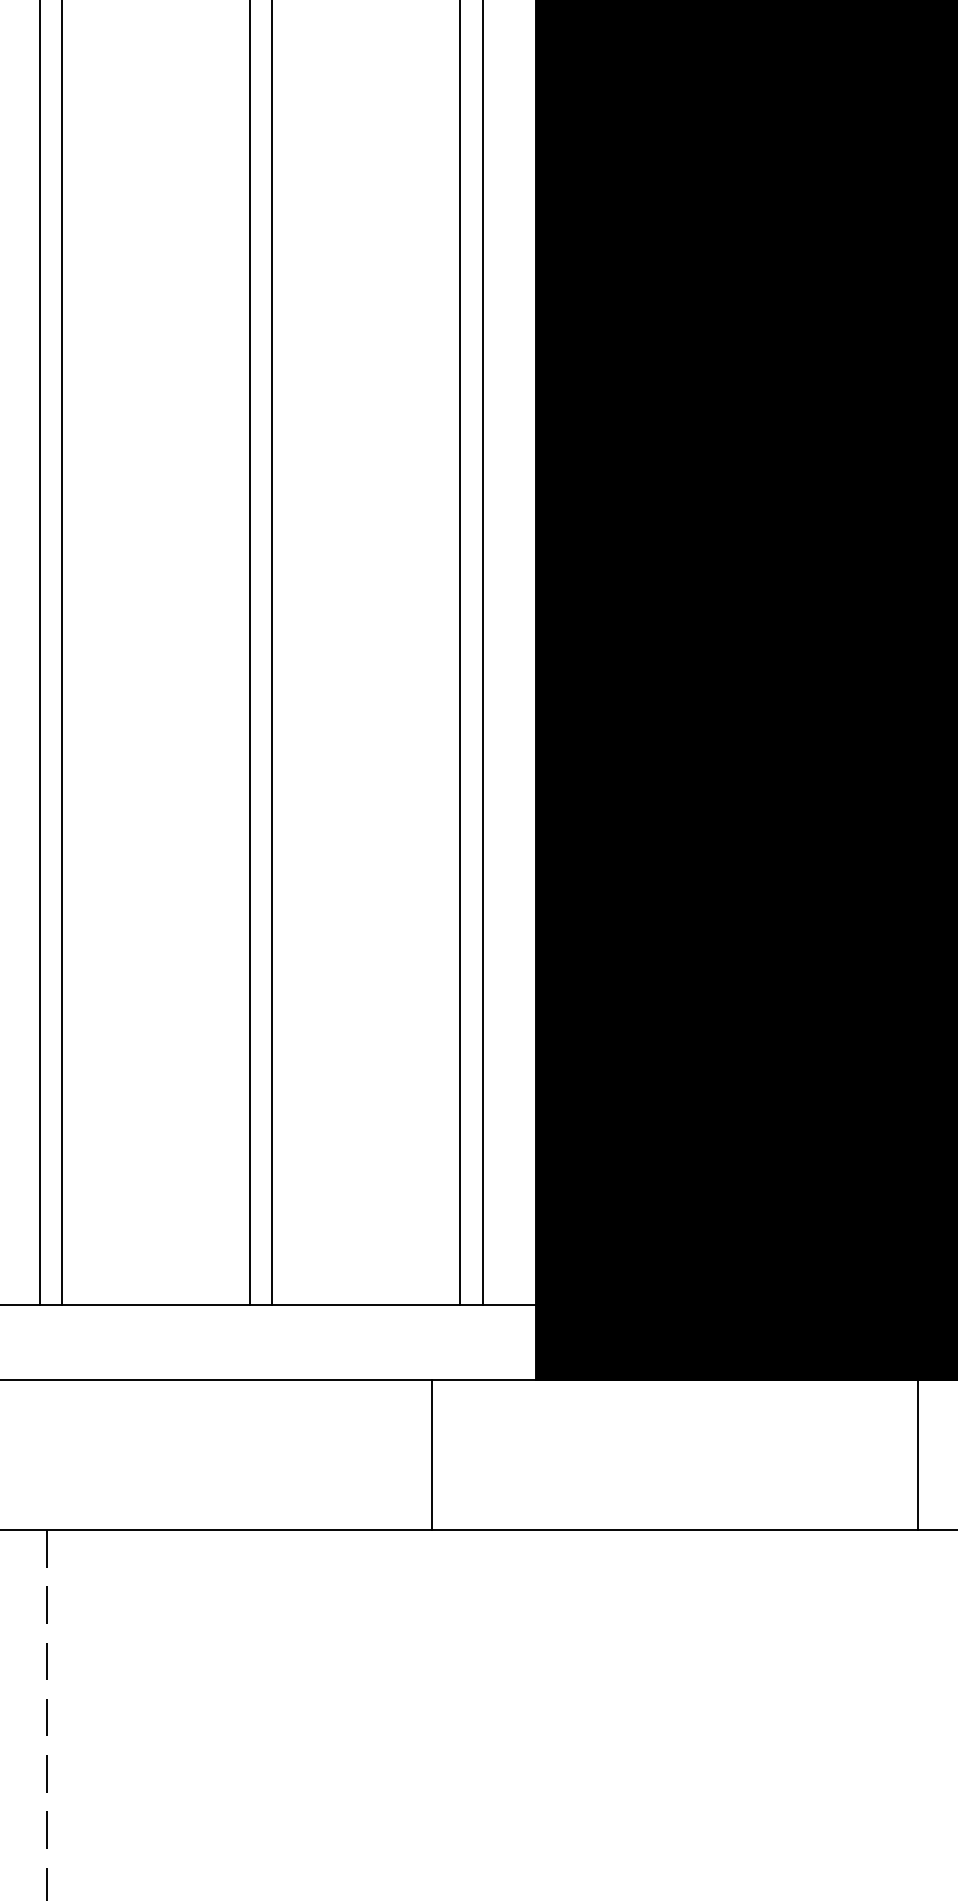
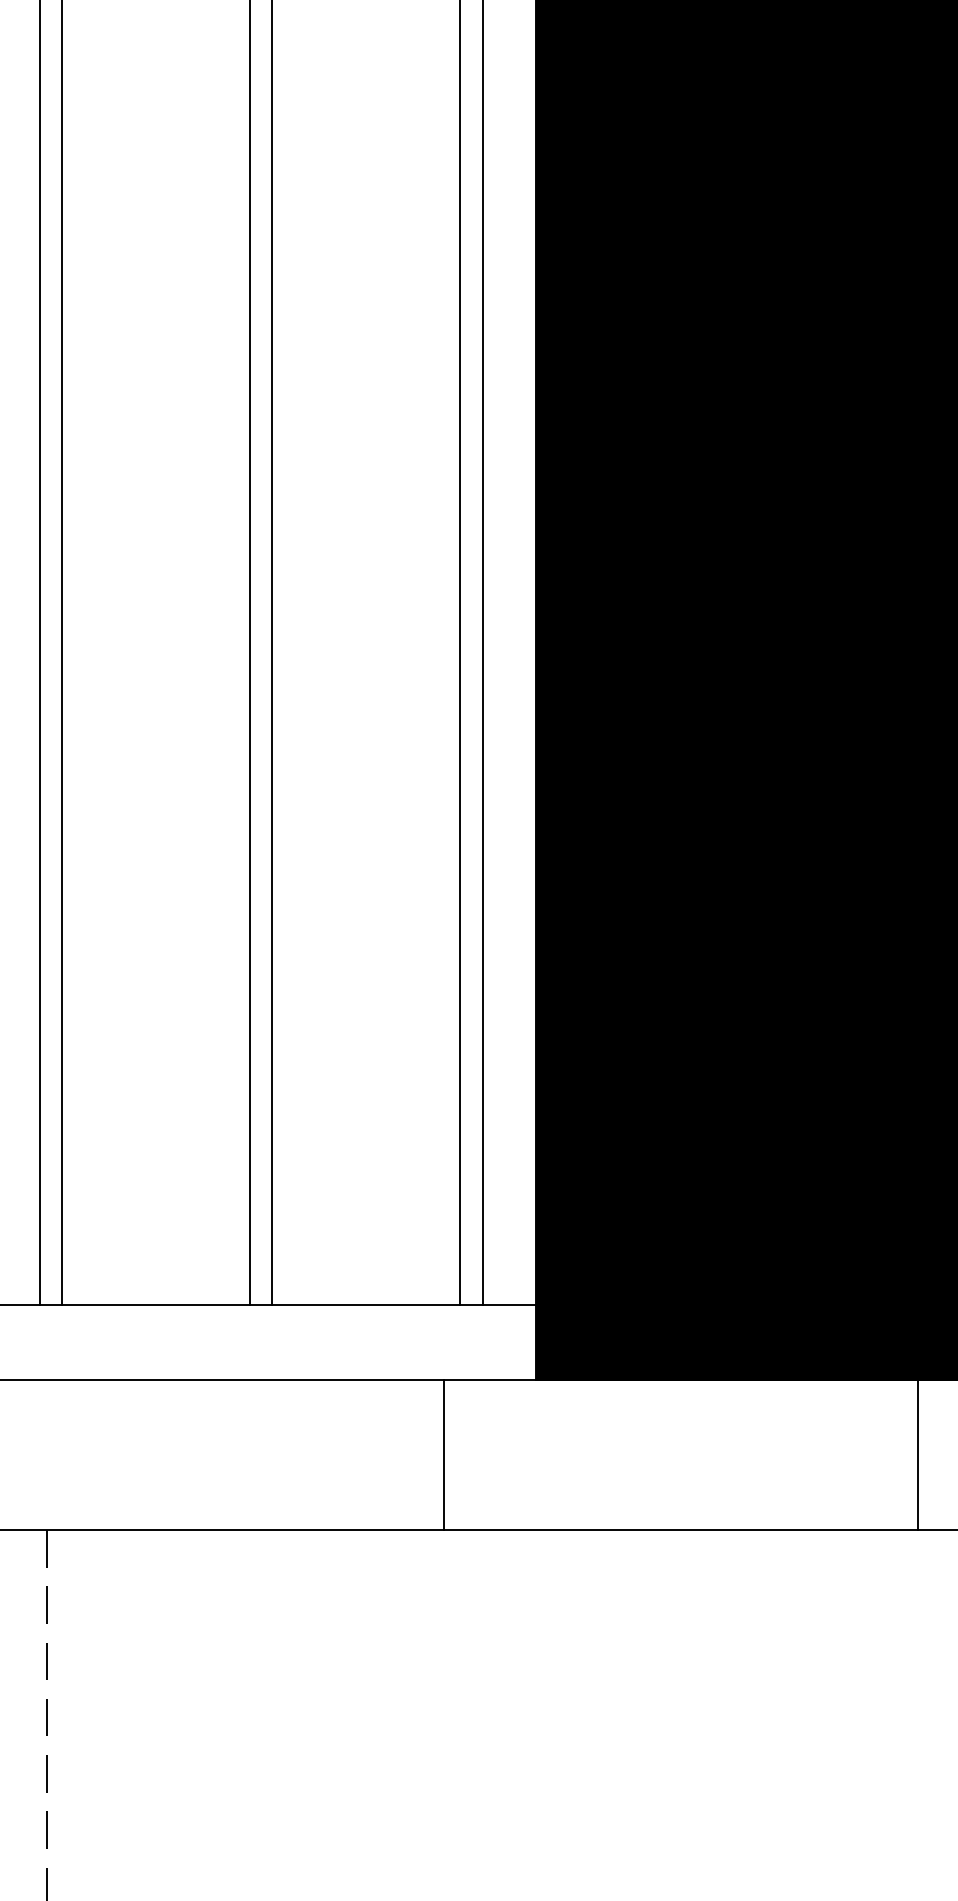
line at (432, 1454) position: (432, 1454) -> (444, 1454)
